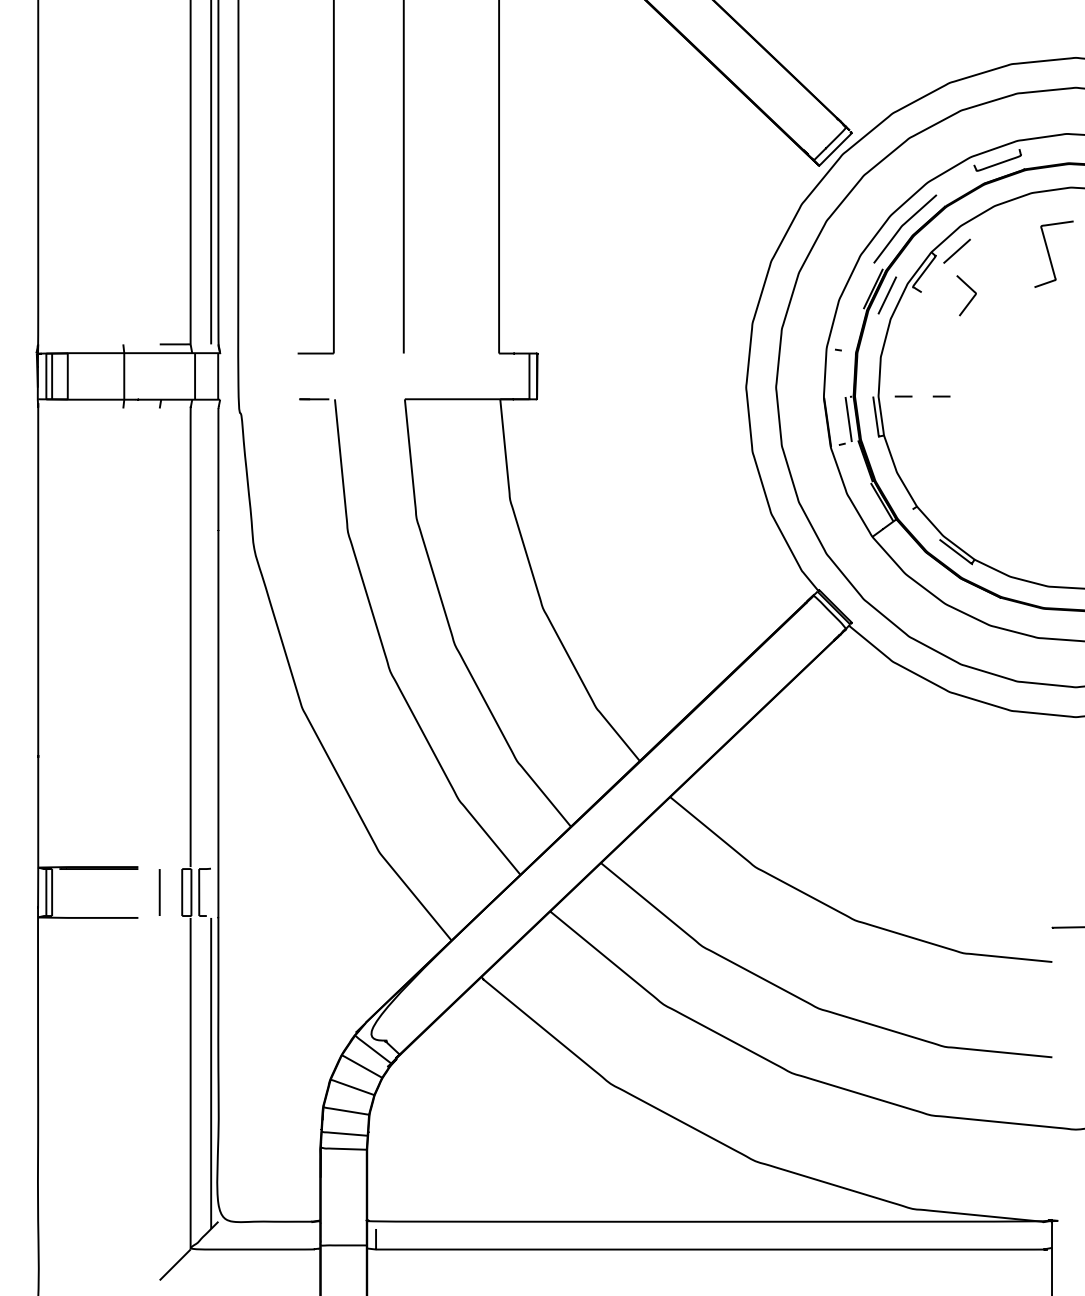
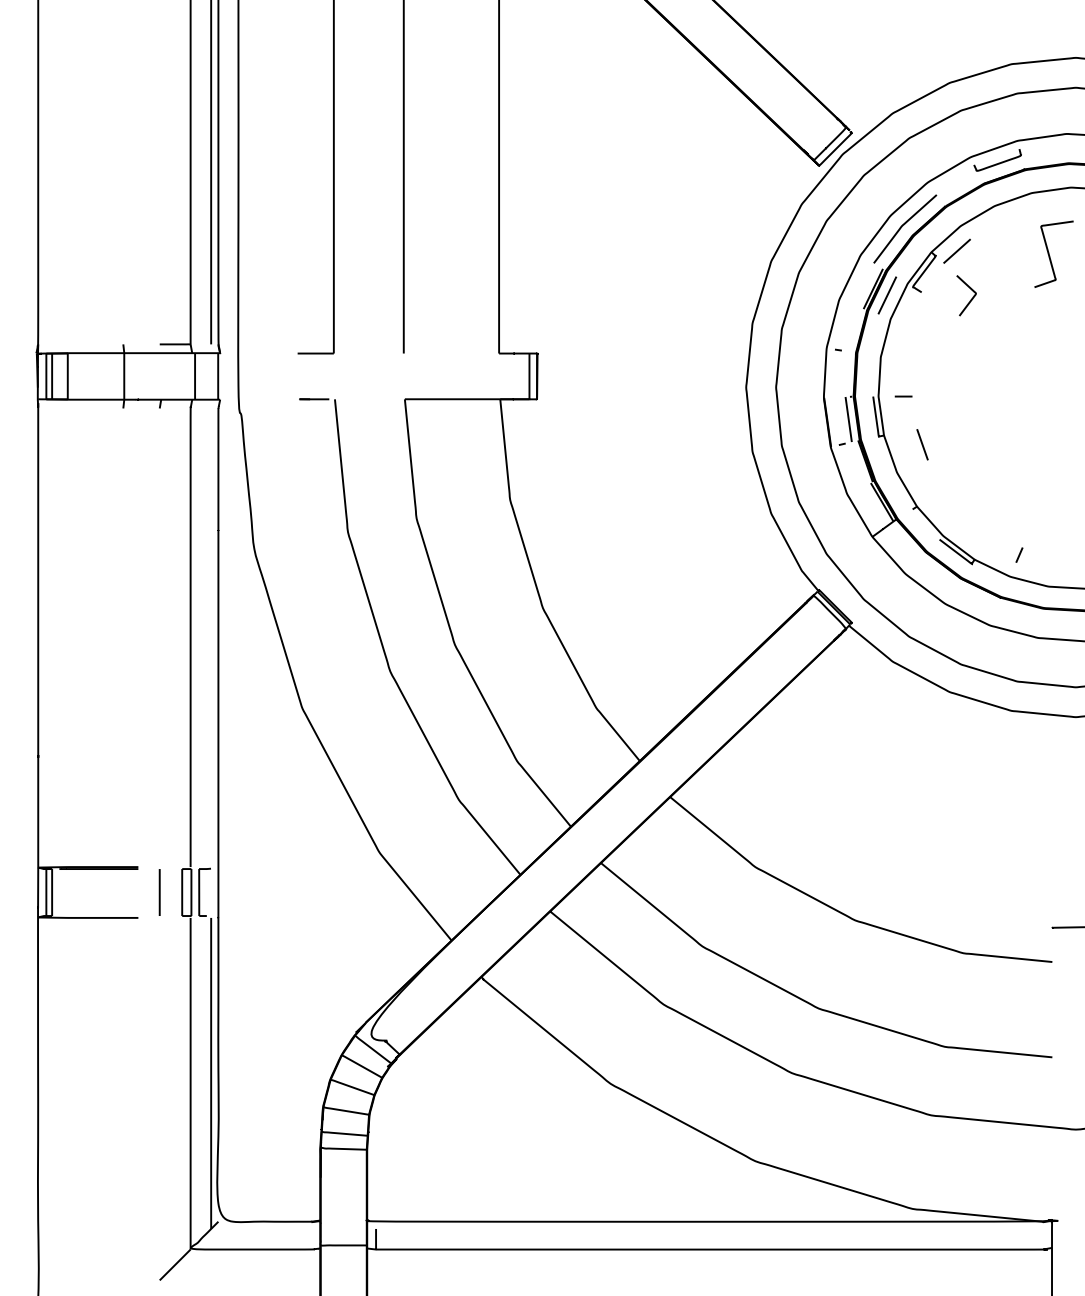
line at (941, 396): present -> none
line at (922, 444): none -> present
line at (1019, 554): none -> present
